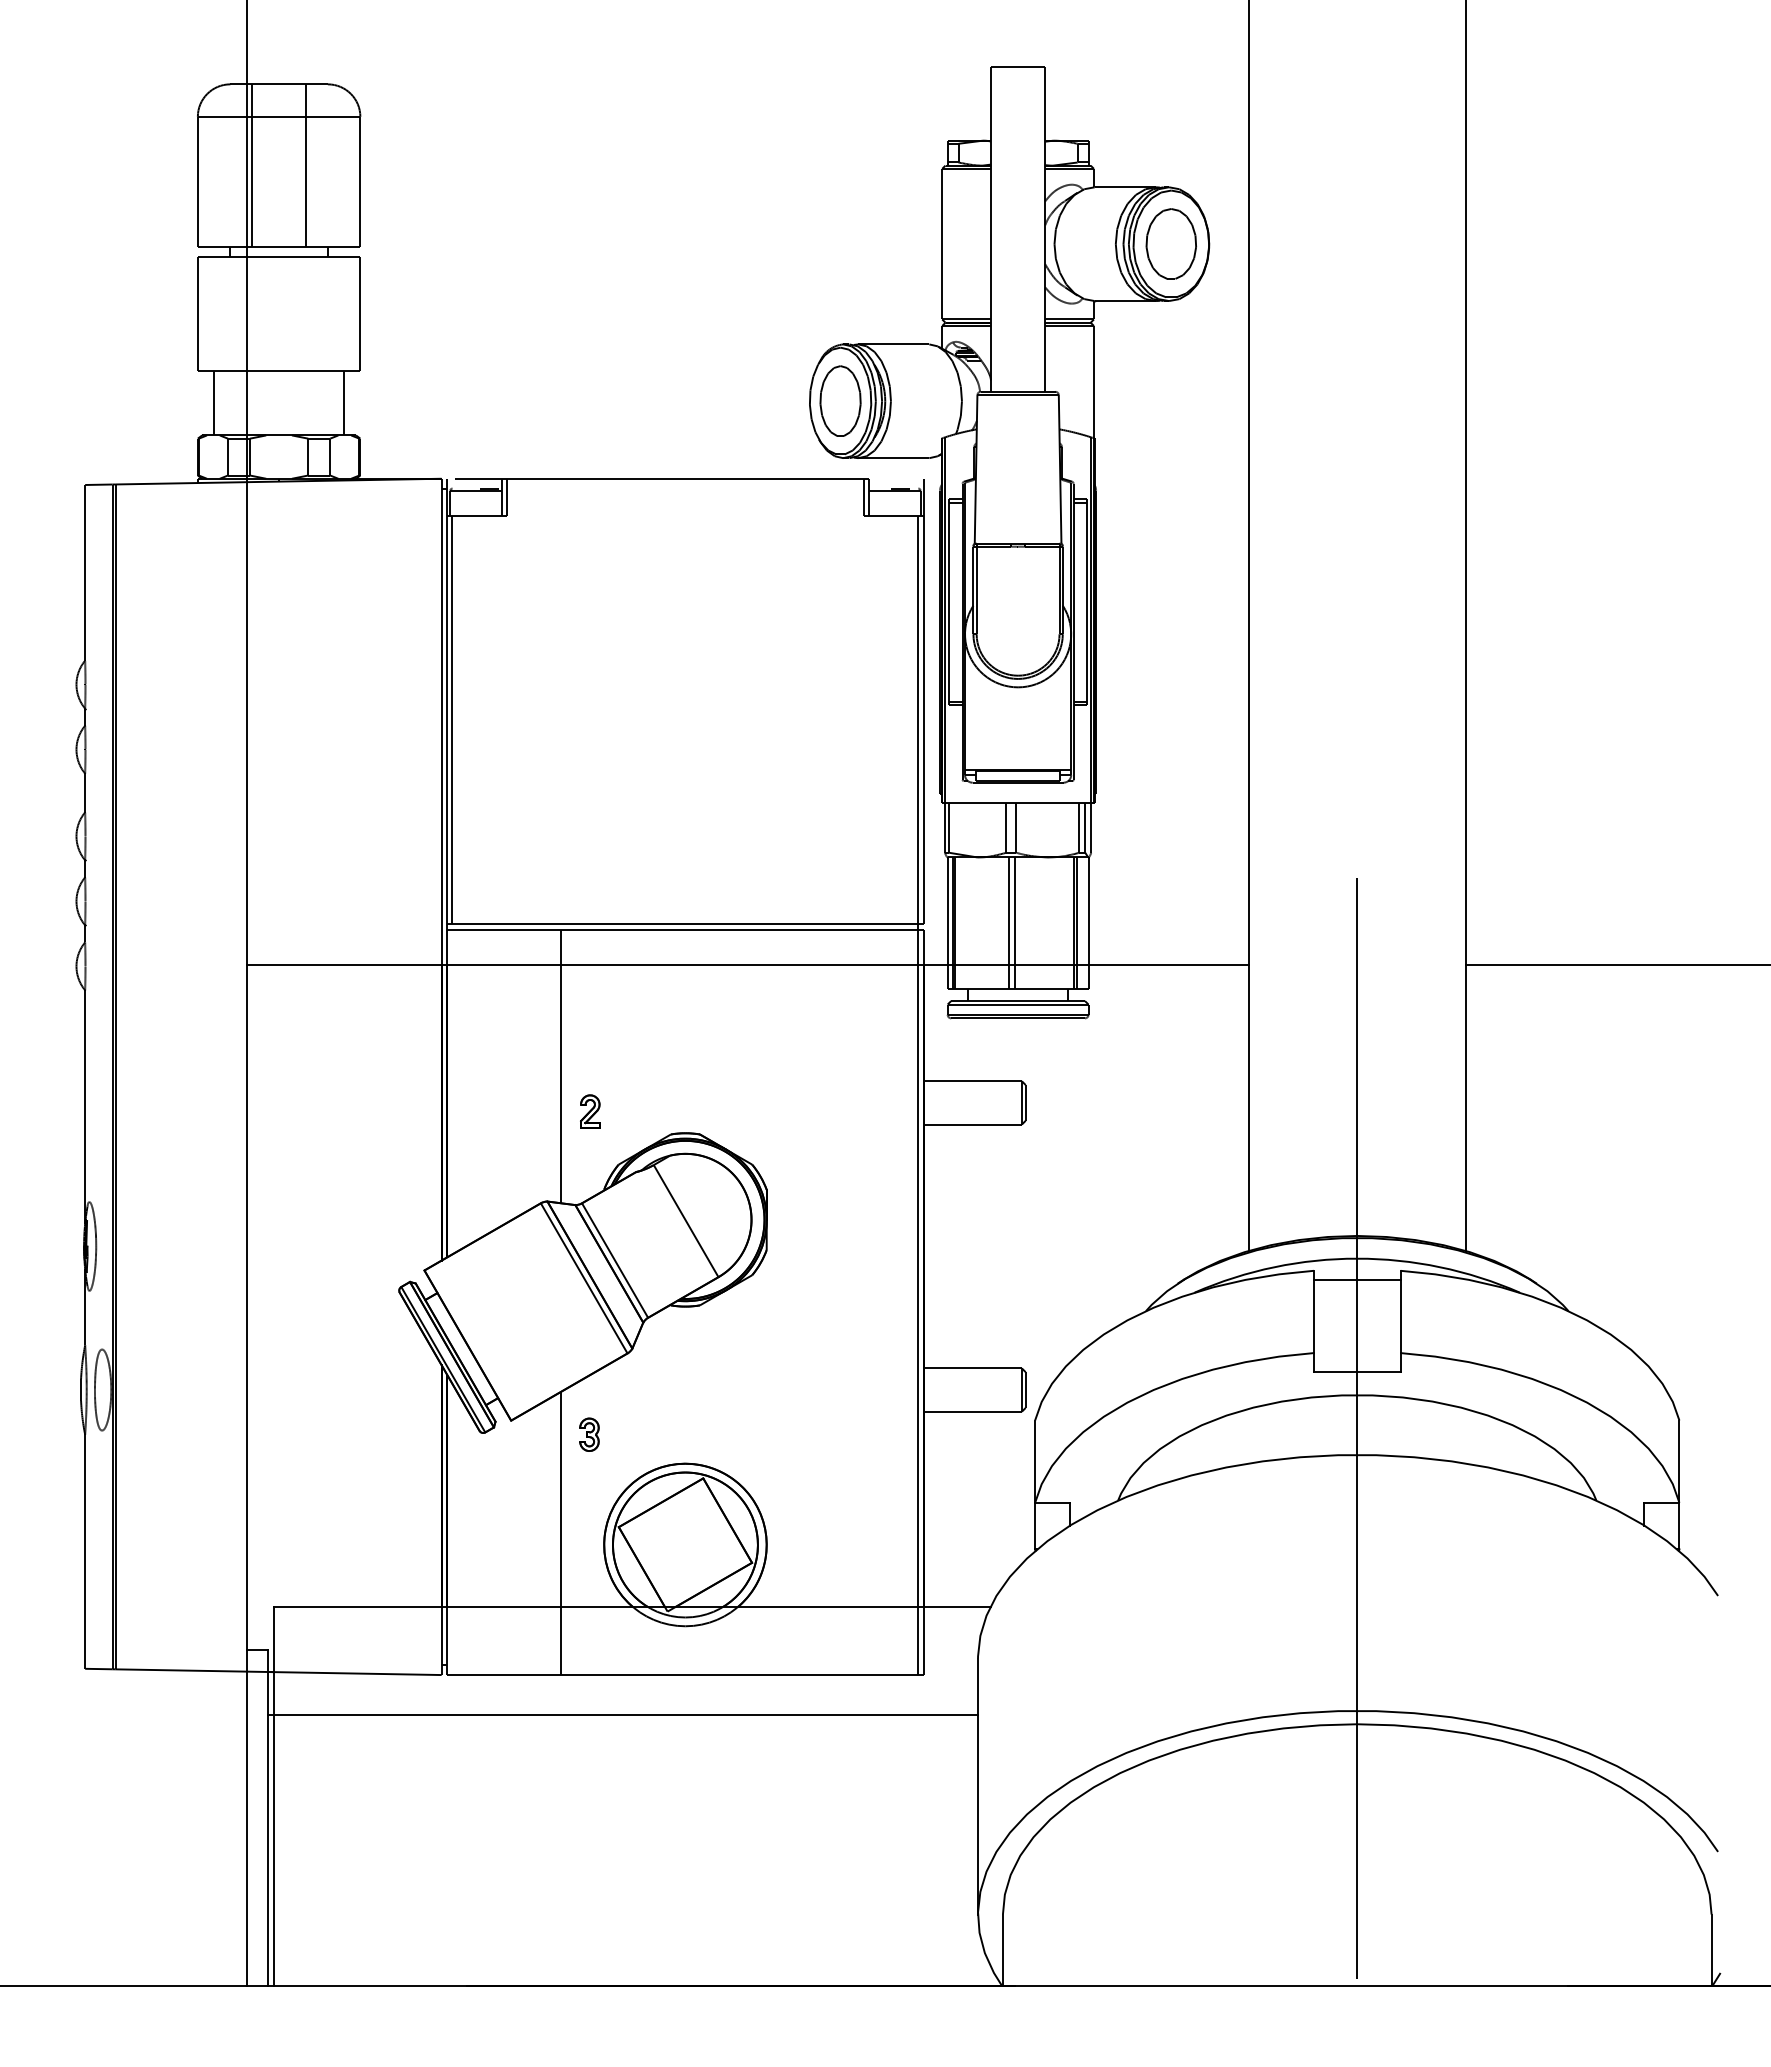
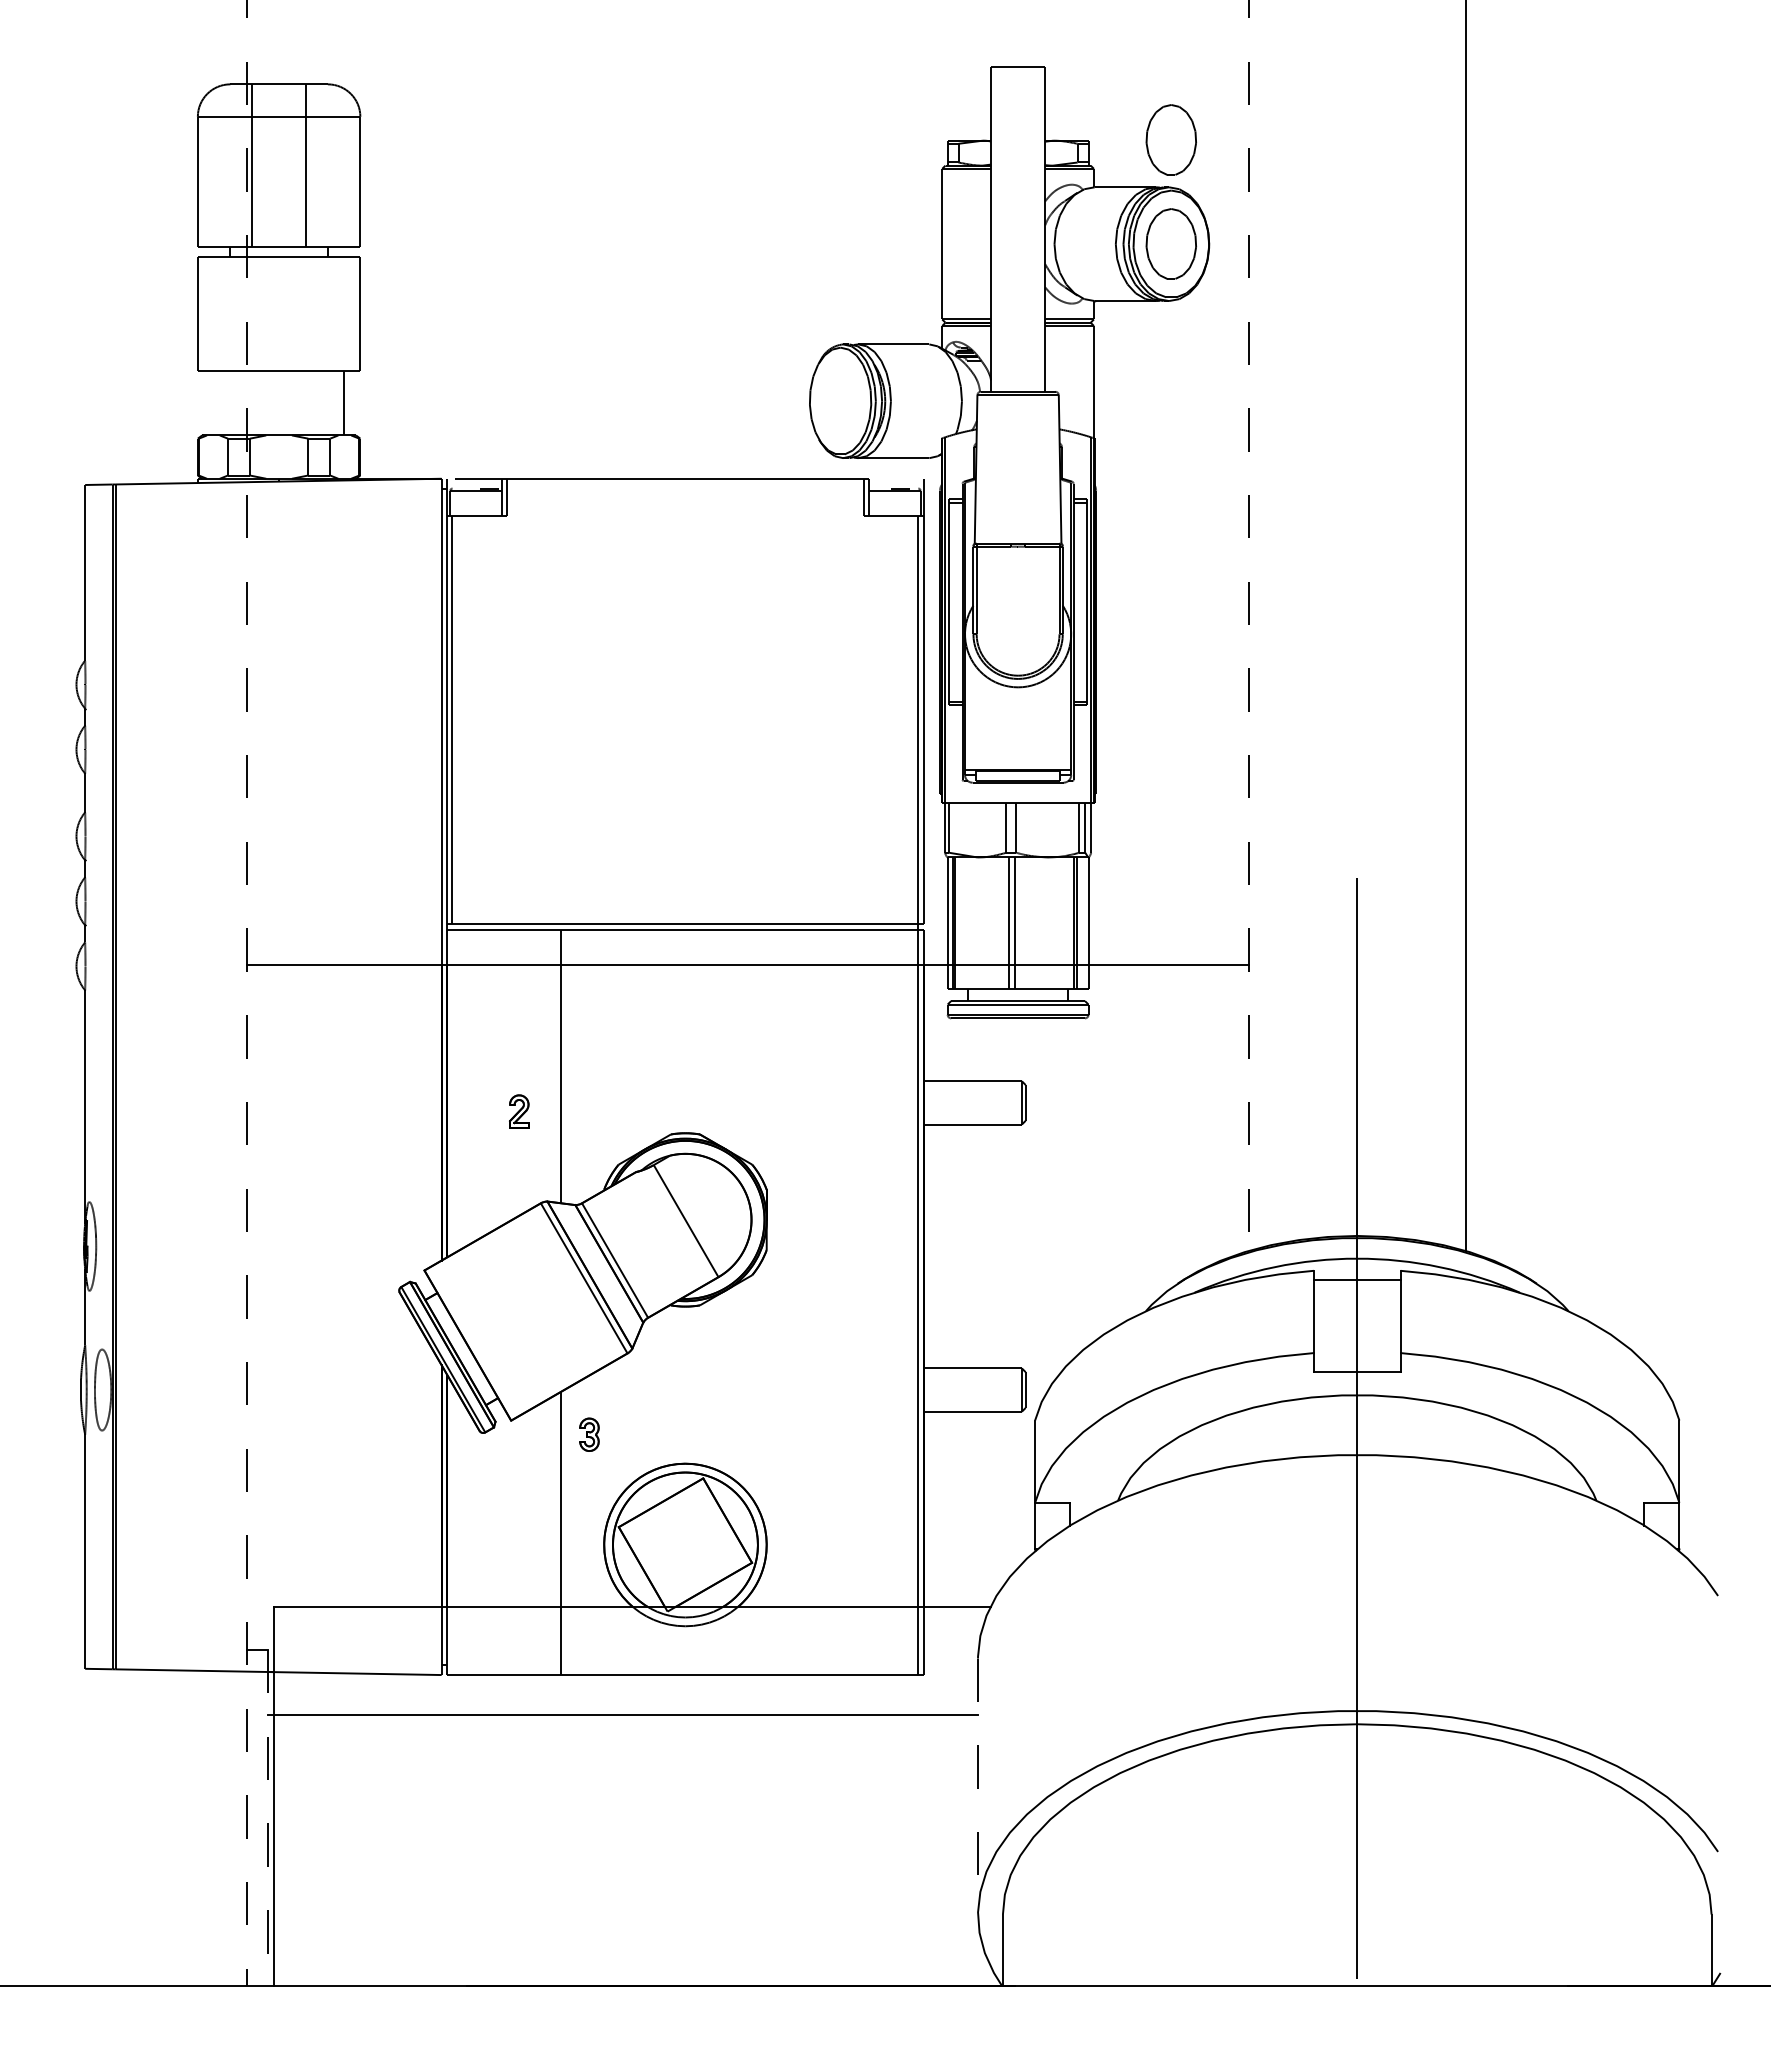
part at (1170, 139): none -> present
part at (840, 400): present -> none
line at (214, 403): present -> none
line at (1248, 625): solid -> dashed
line at (1616, 965): present -> none
line at (246, 993): solid -> dashed
part at (590, 1111) position: (590, 1111) -> (519, 1111)
line at (978, 1786): solid -> dashed
line at (268, 1818): solid -> dashed
